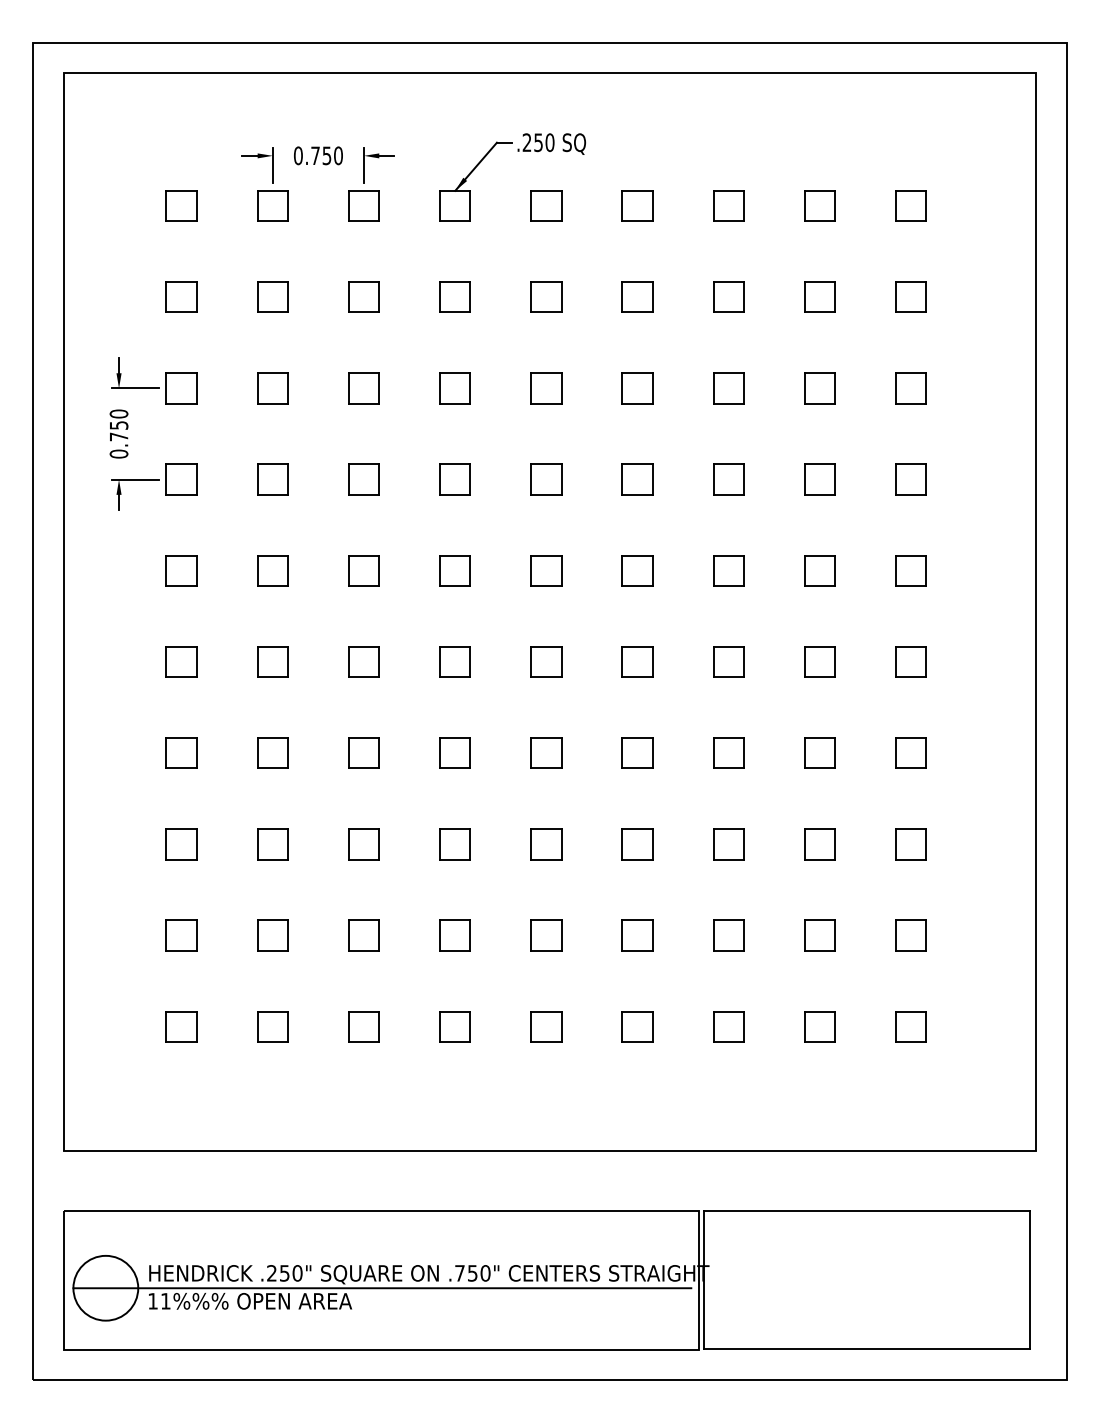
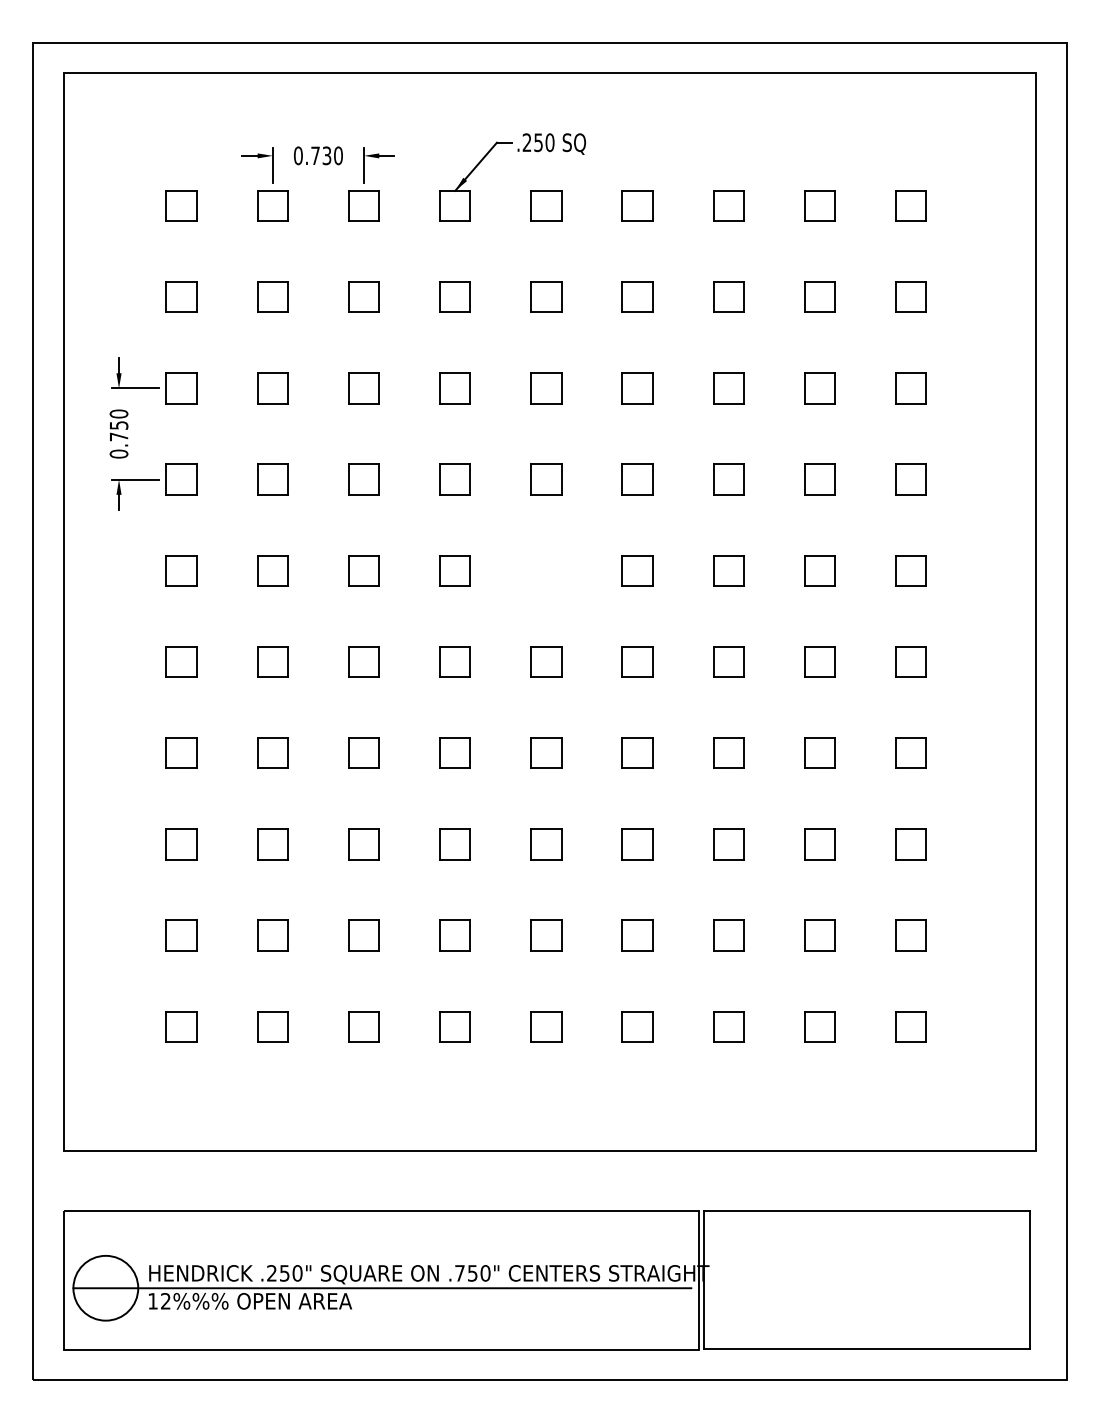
text at (327, 155): 0.750 -> 0.730
part at (546, 570): present -> none
text at (165, 1301): 11%%% -> 12%%%
